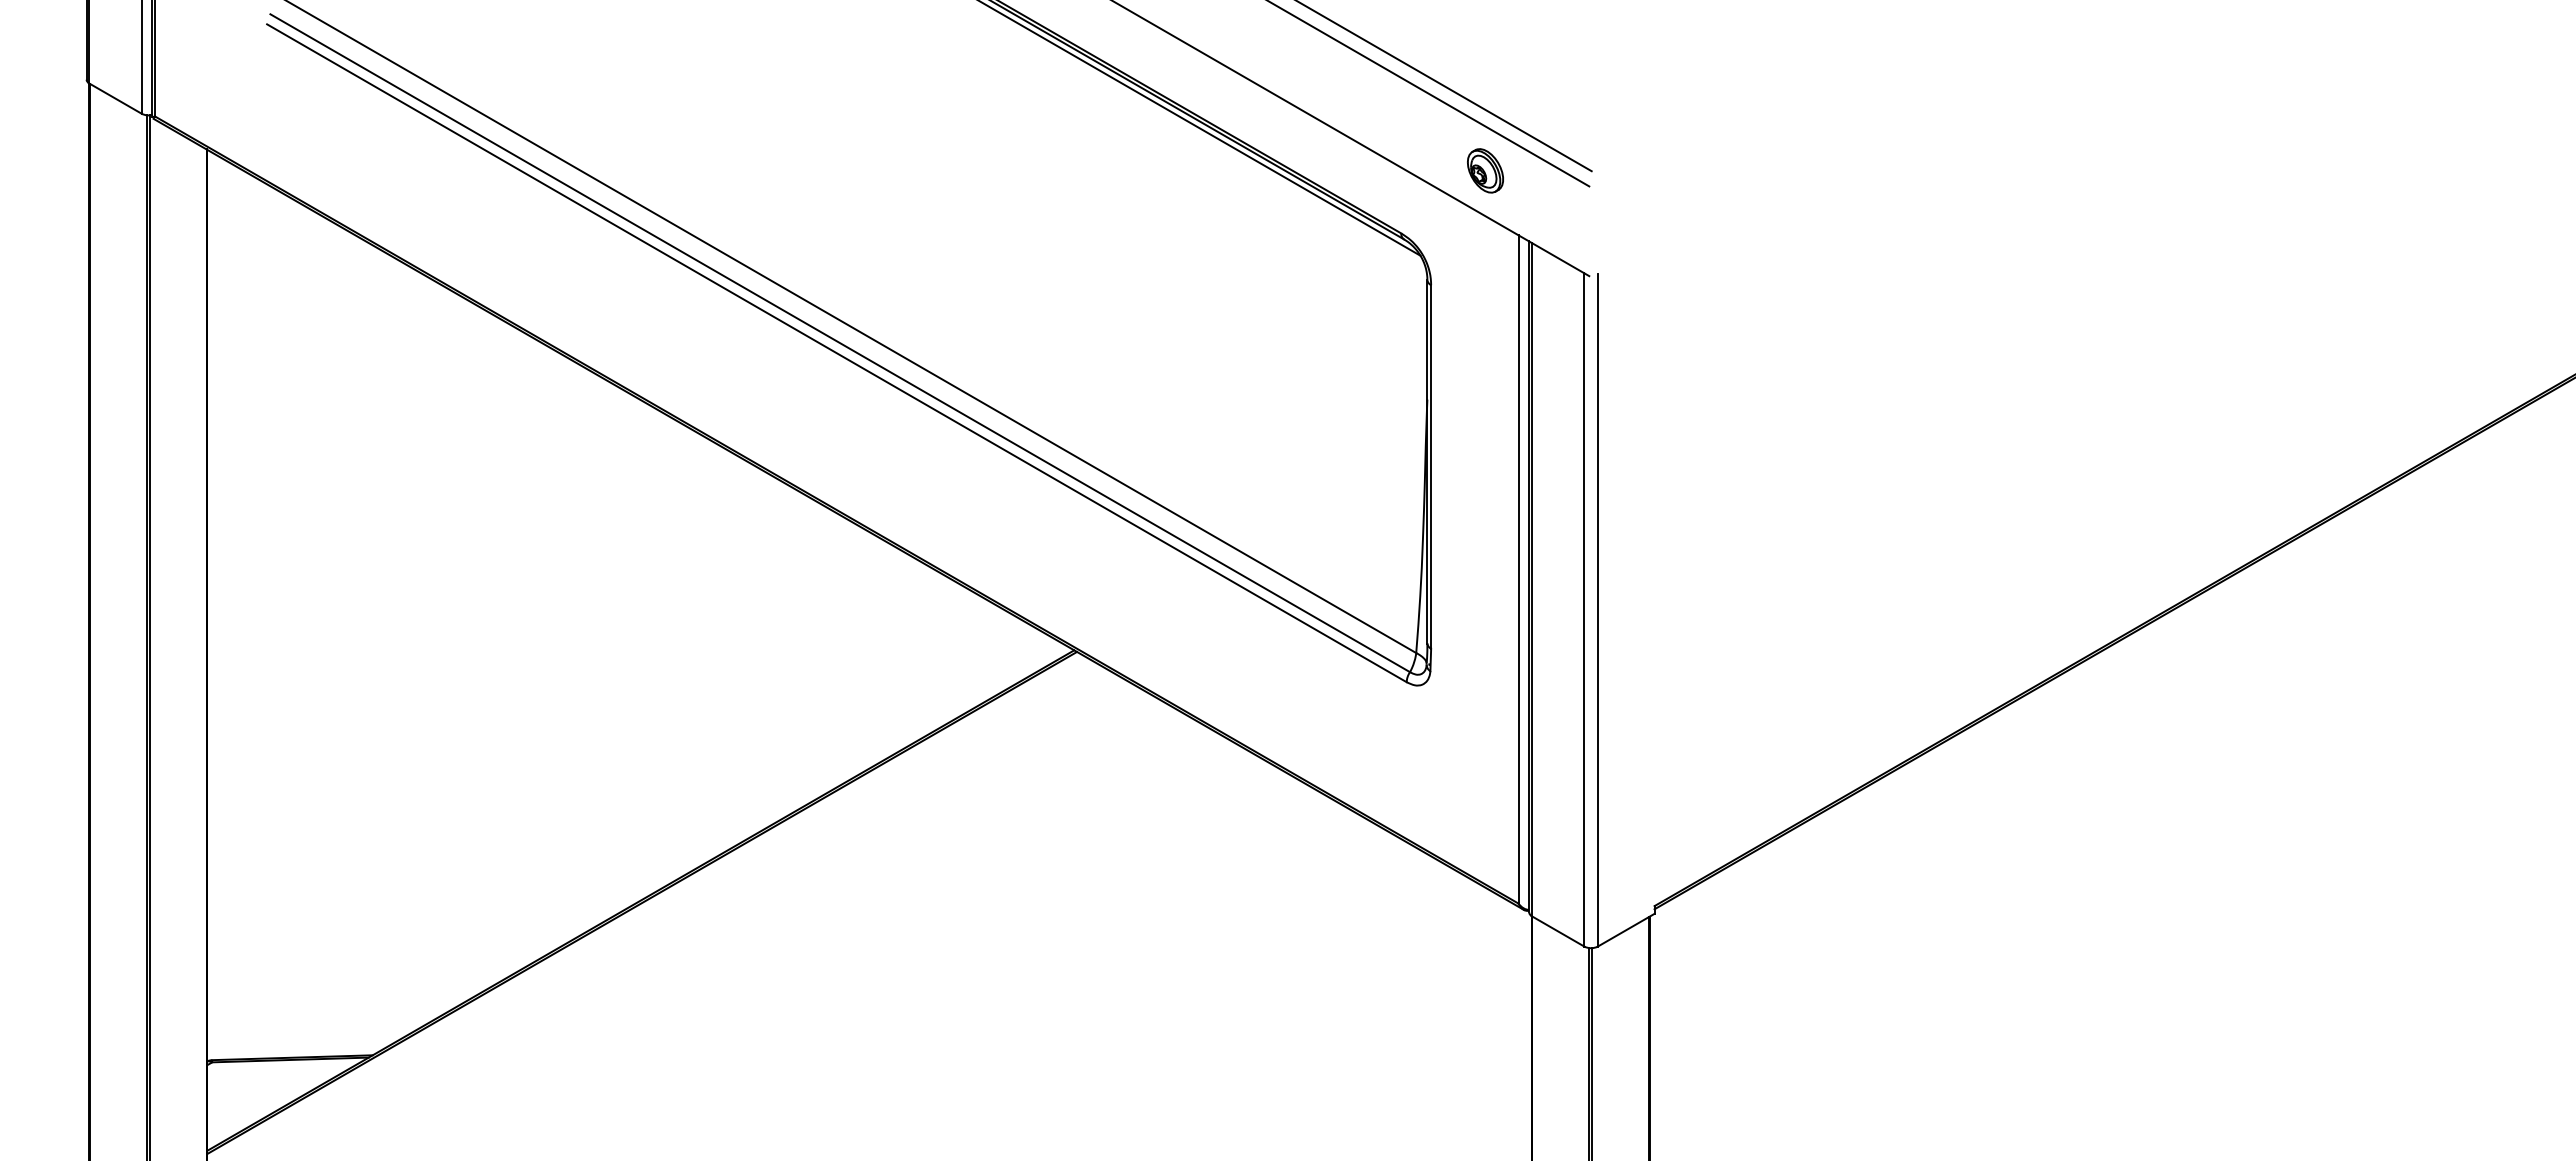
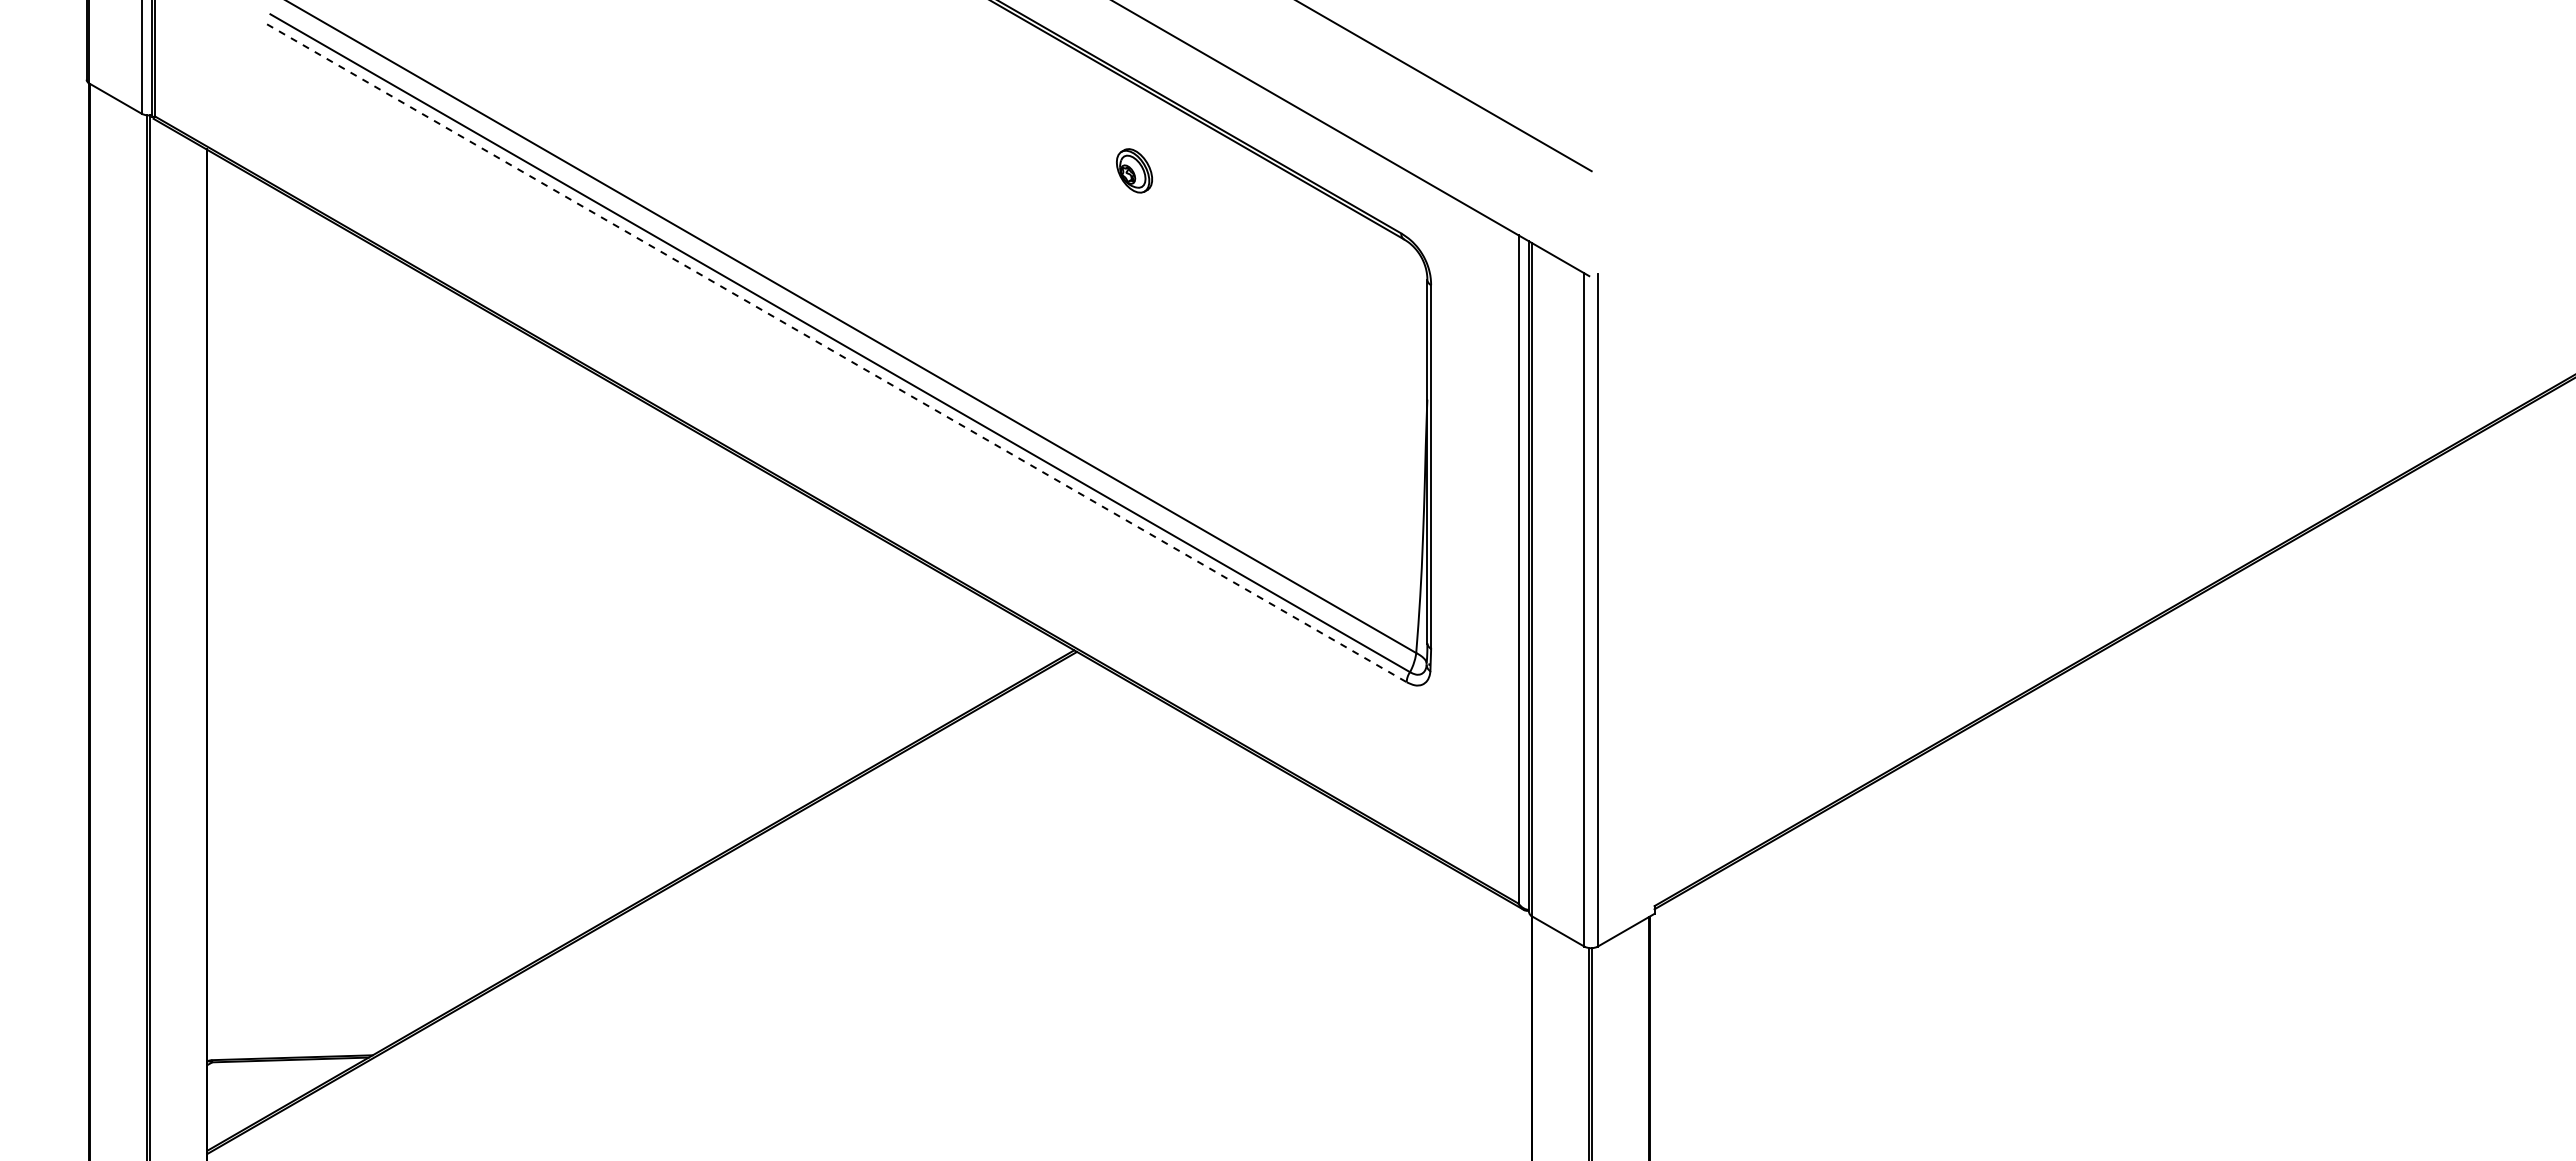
line at (1429, 94): present -> none
line at (1200, 128): present -> none
part at (1485, 170) position: (1485, 170) -> (1134, 170)
line at (836, 353): solid -> dashed
